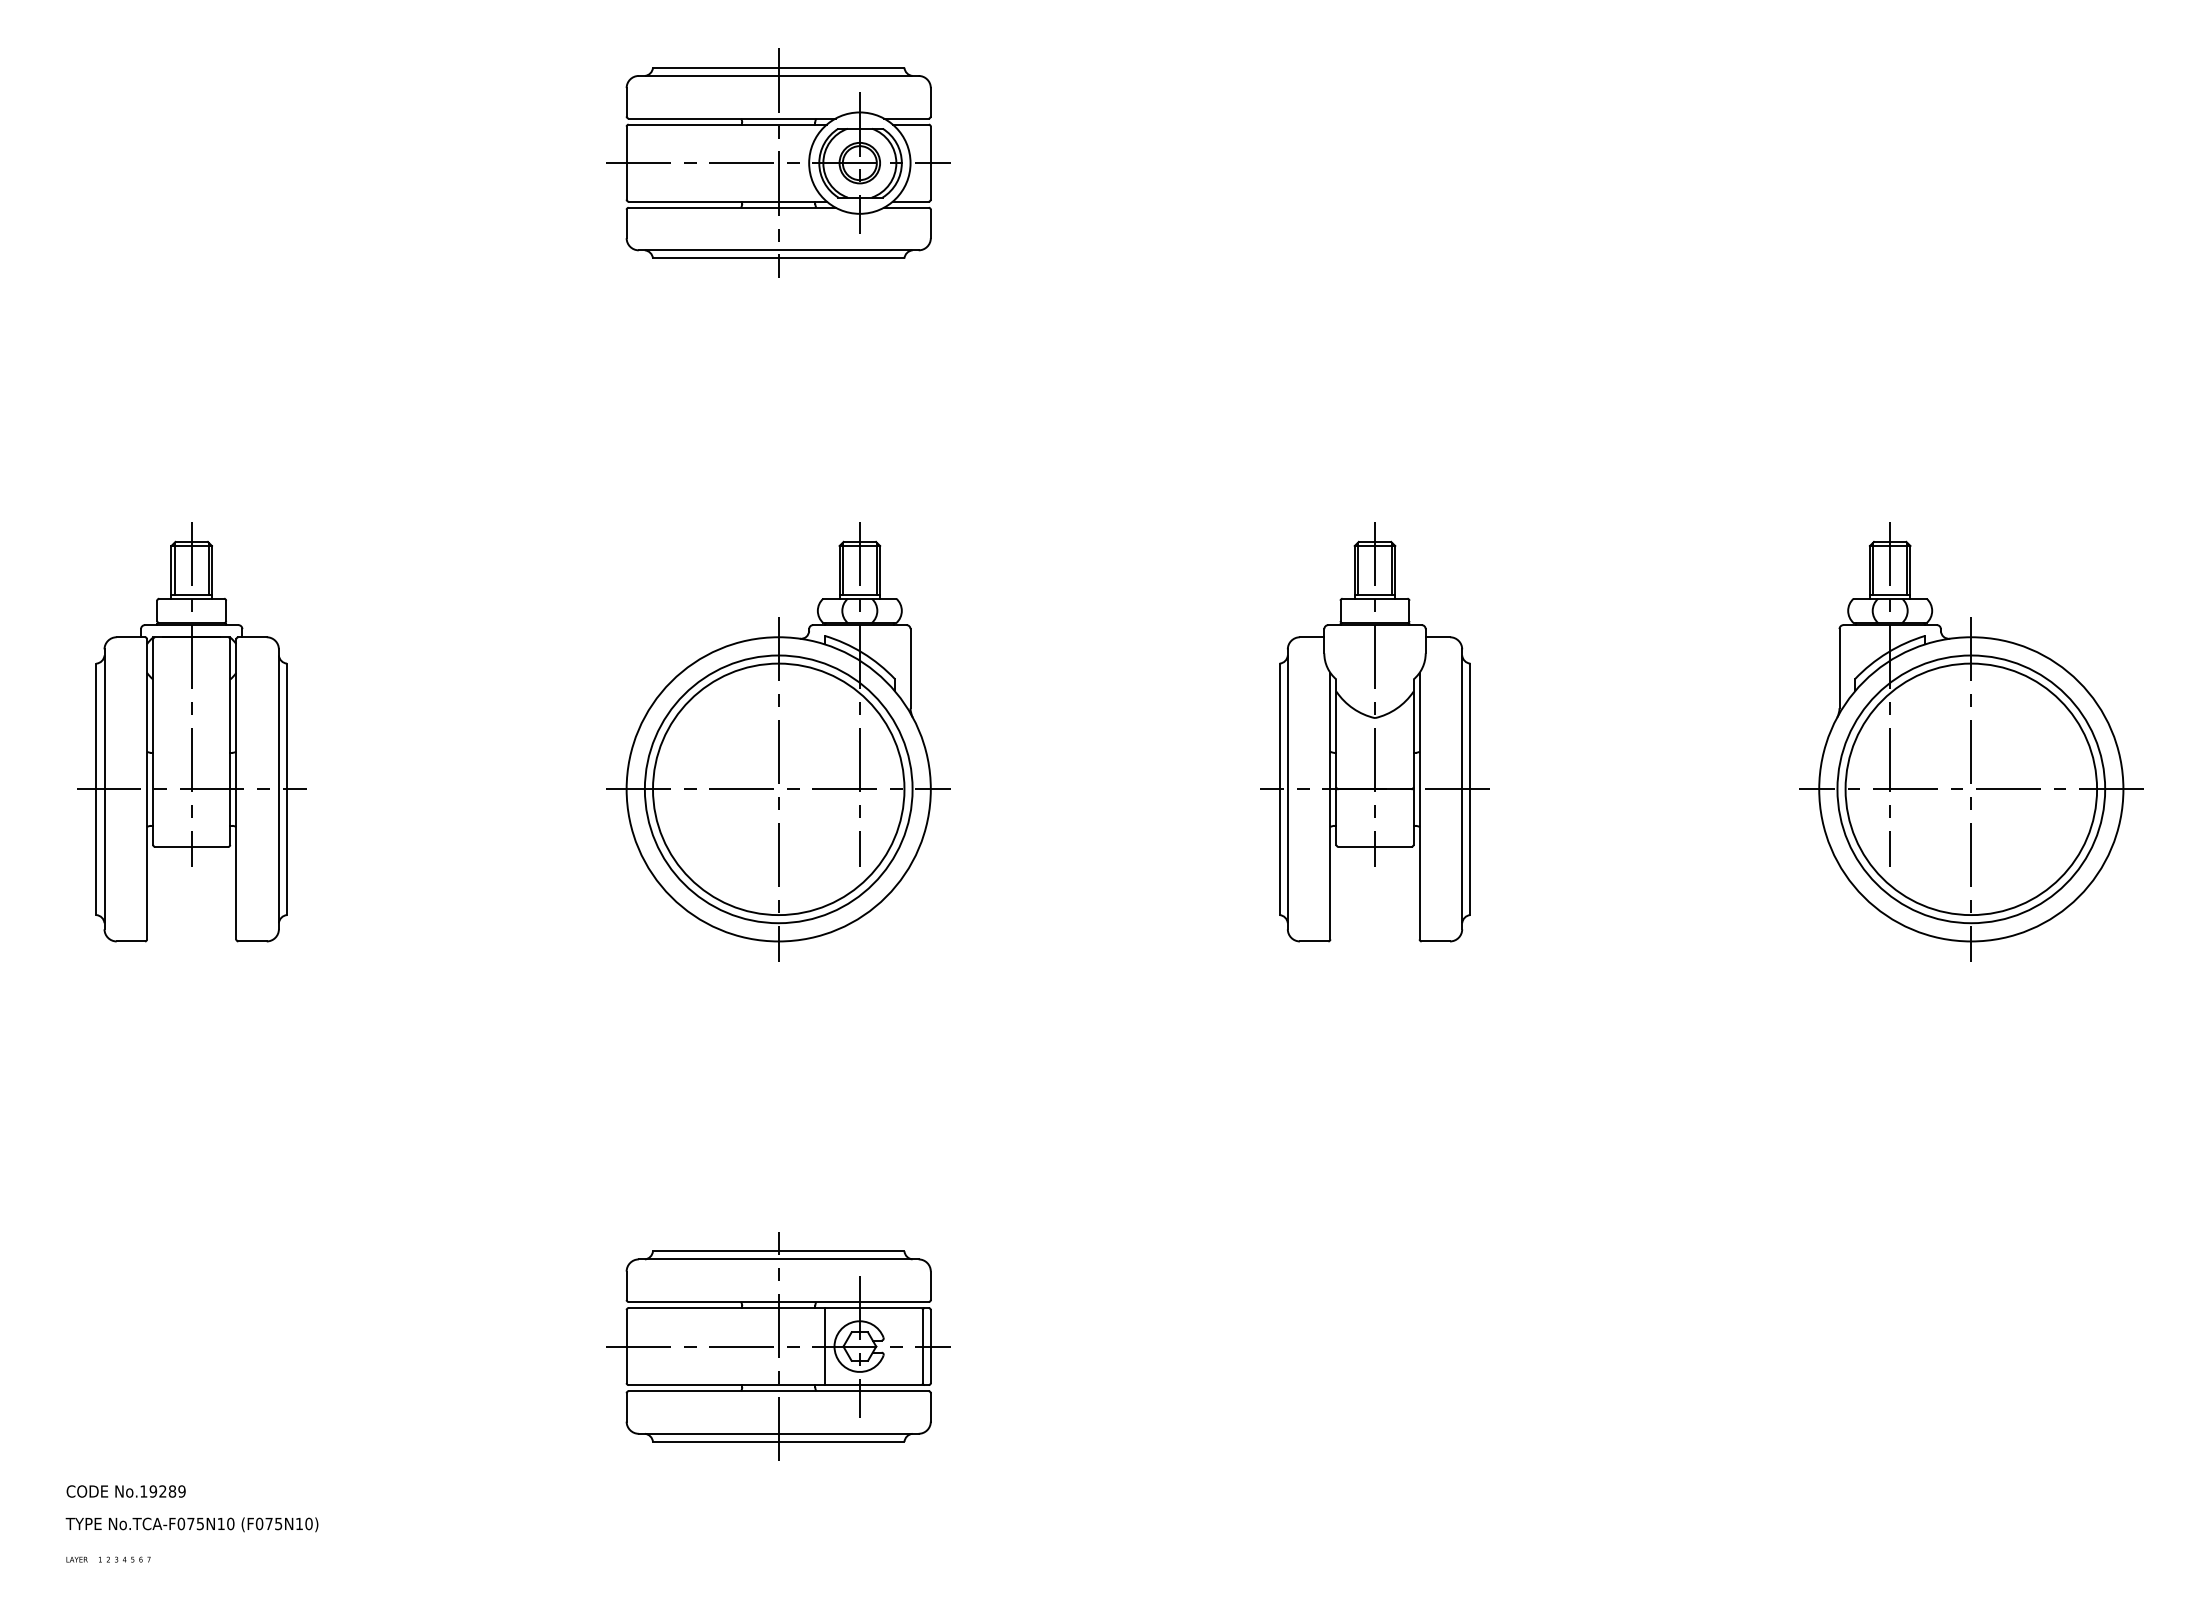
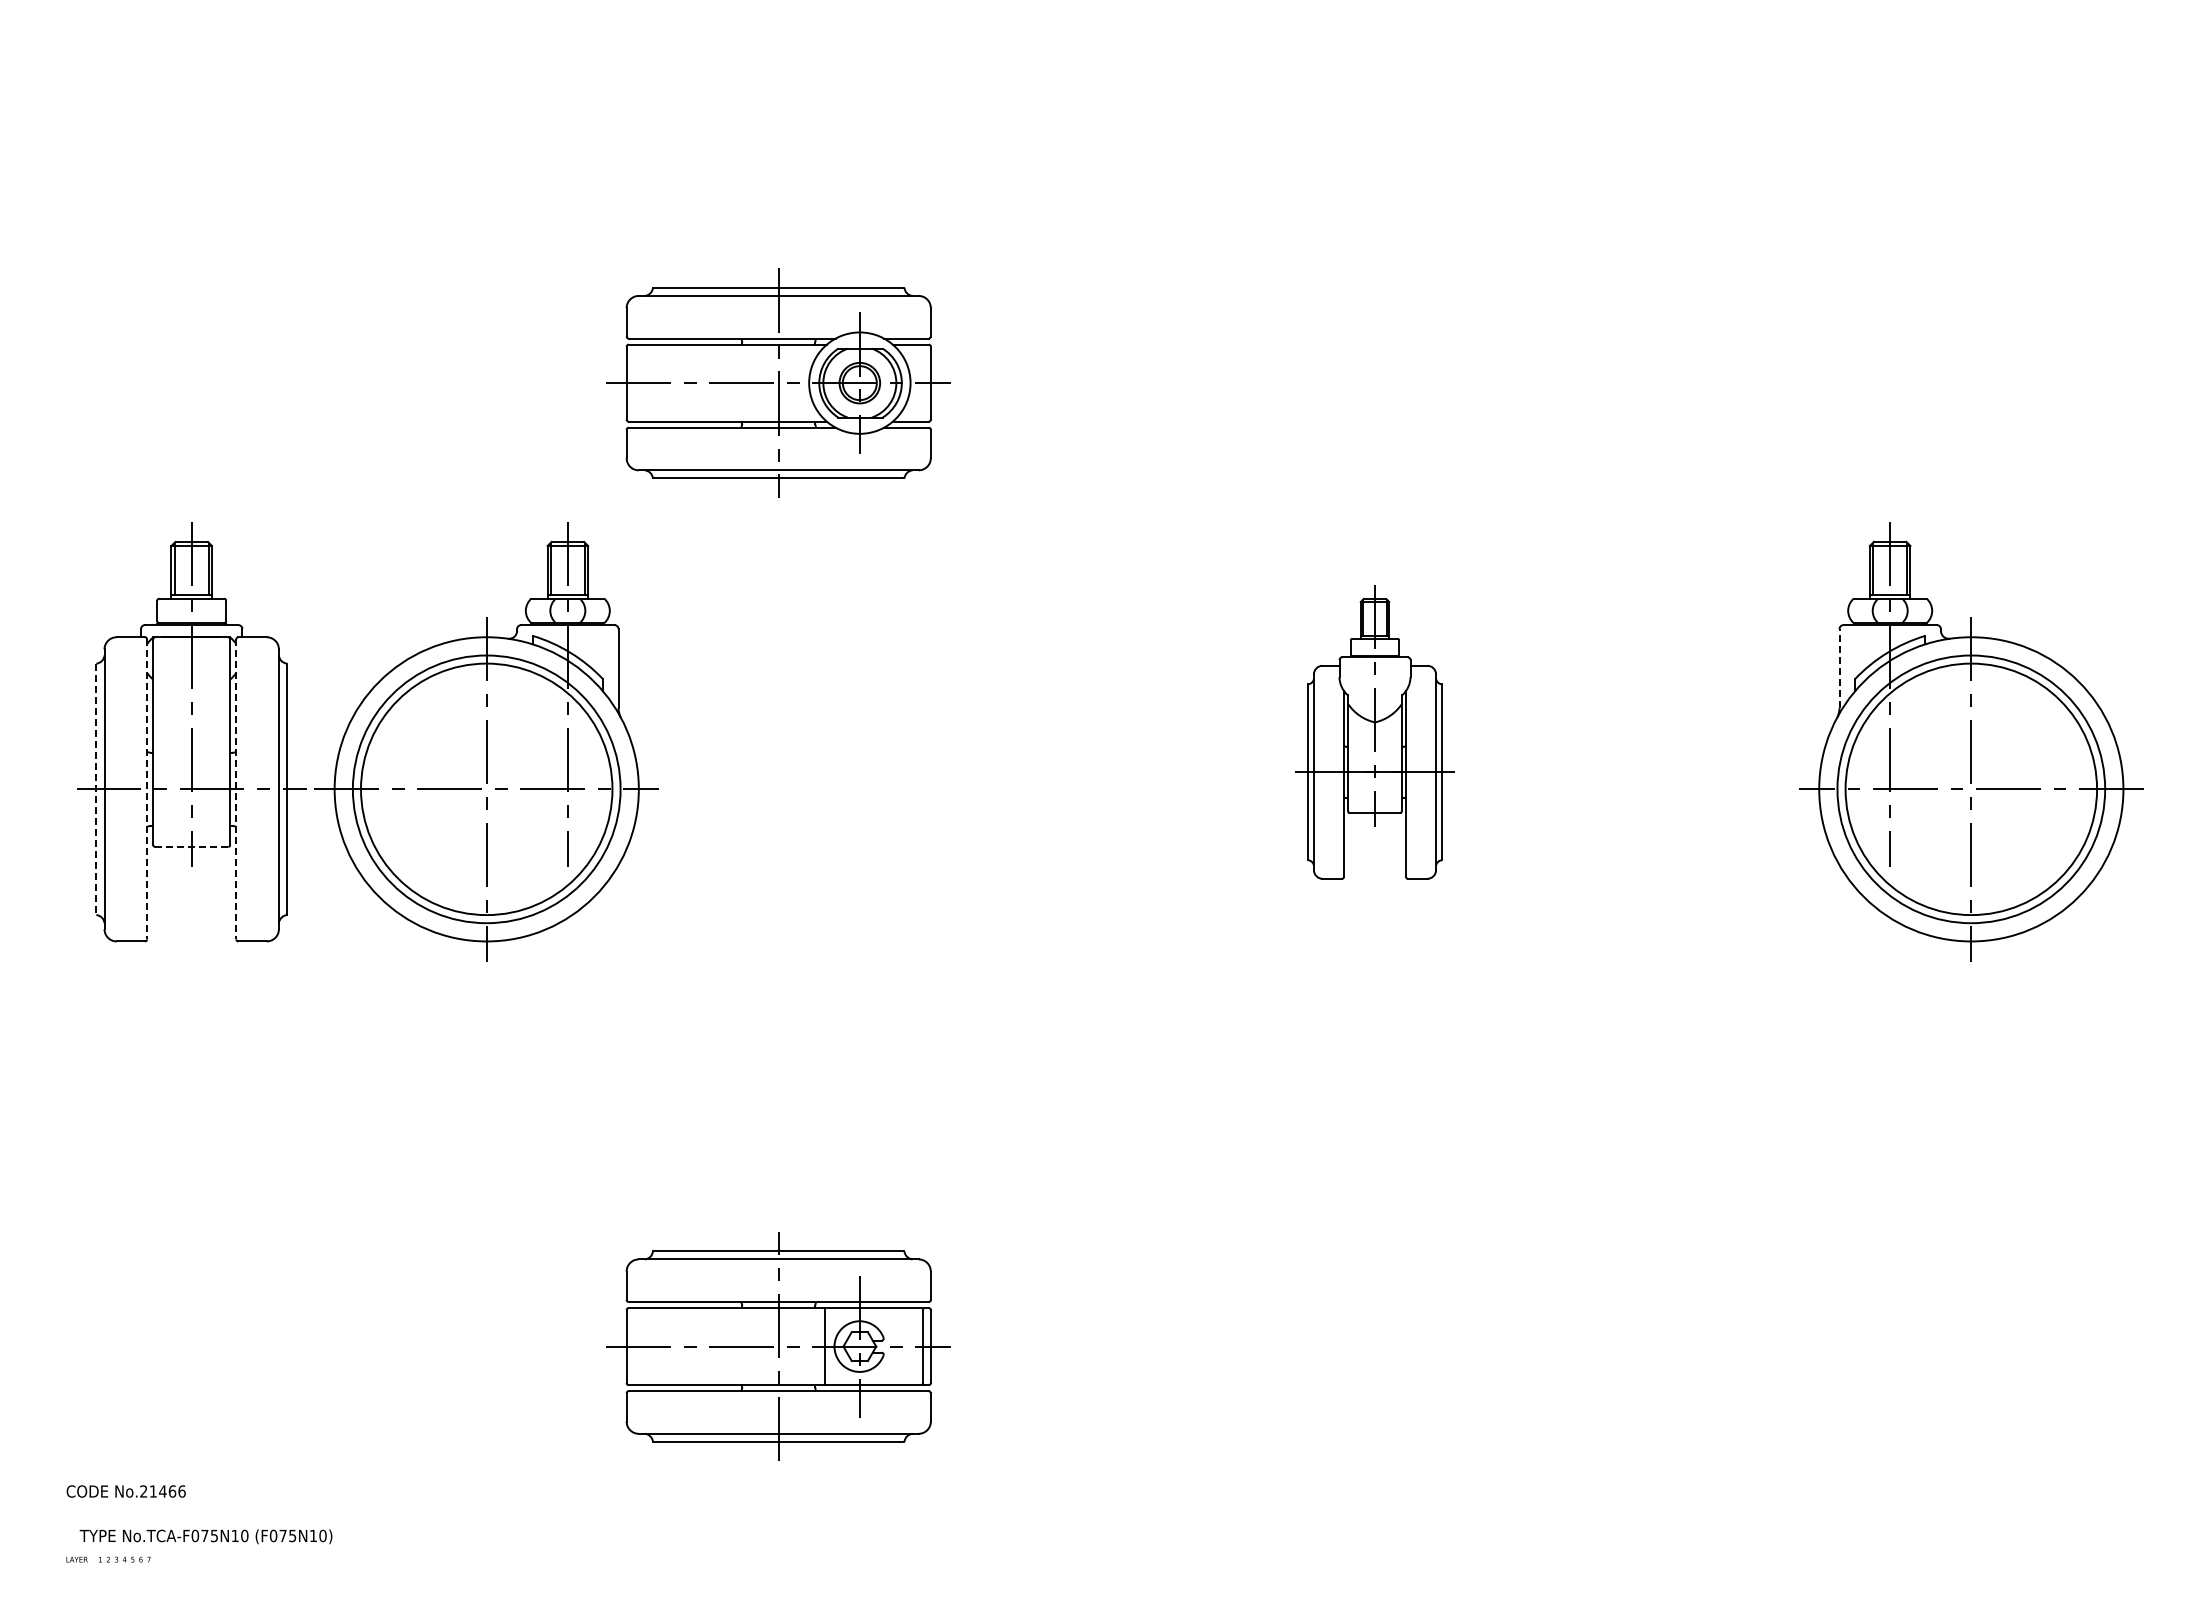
part at (778, 162) position: (778, 162) -> (778, 382)
line at (1839, 668): solid -> dashed
part at (1374, 732) size: 230x421 px -> 160x295 px
part at (778, 741) position: (778, 741) -> (486, 741)
line at (96, 789): solid -> dashed
line at (147, 789): solid -> dashed
line at (236, 789): solid -> dashed
line at (191, 846): solid -> dashed
text at (162, 1491): No.19289 -> No.21466
text at (191, 1524) position: (191, 1524) -> (205, 1536)
